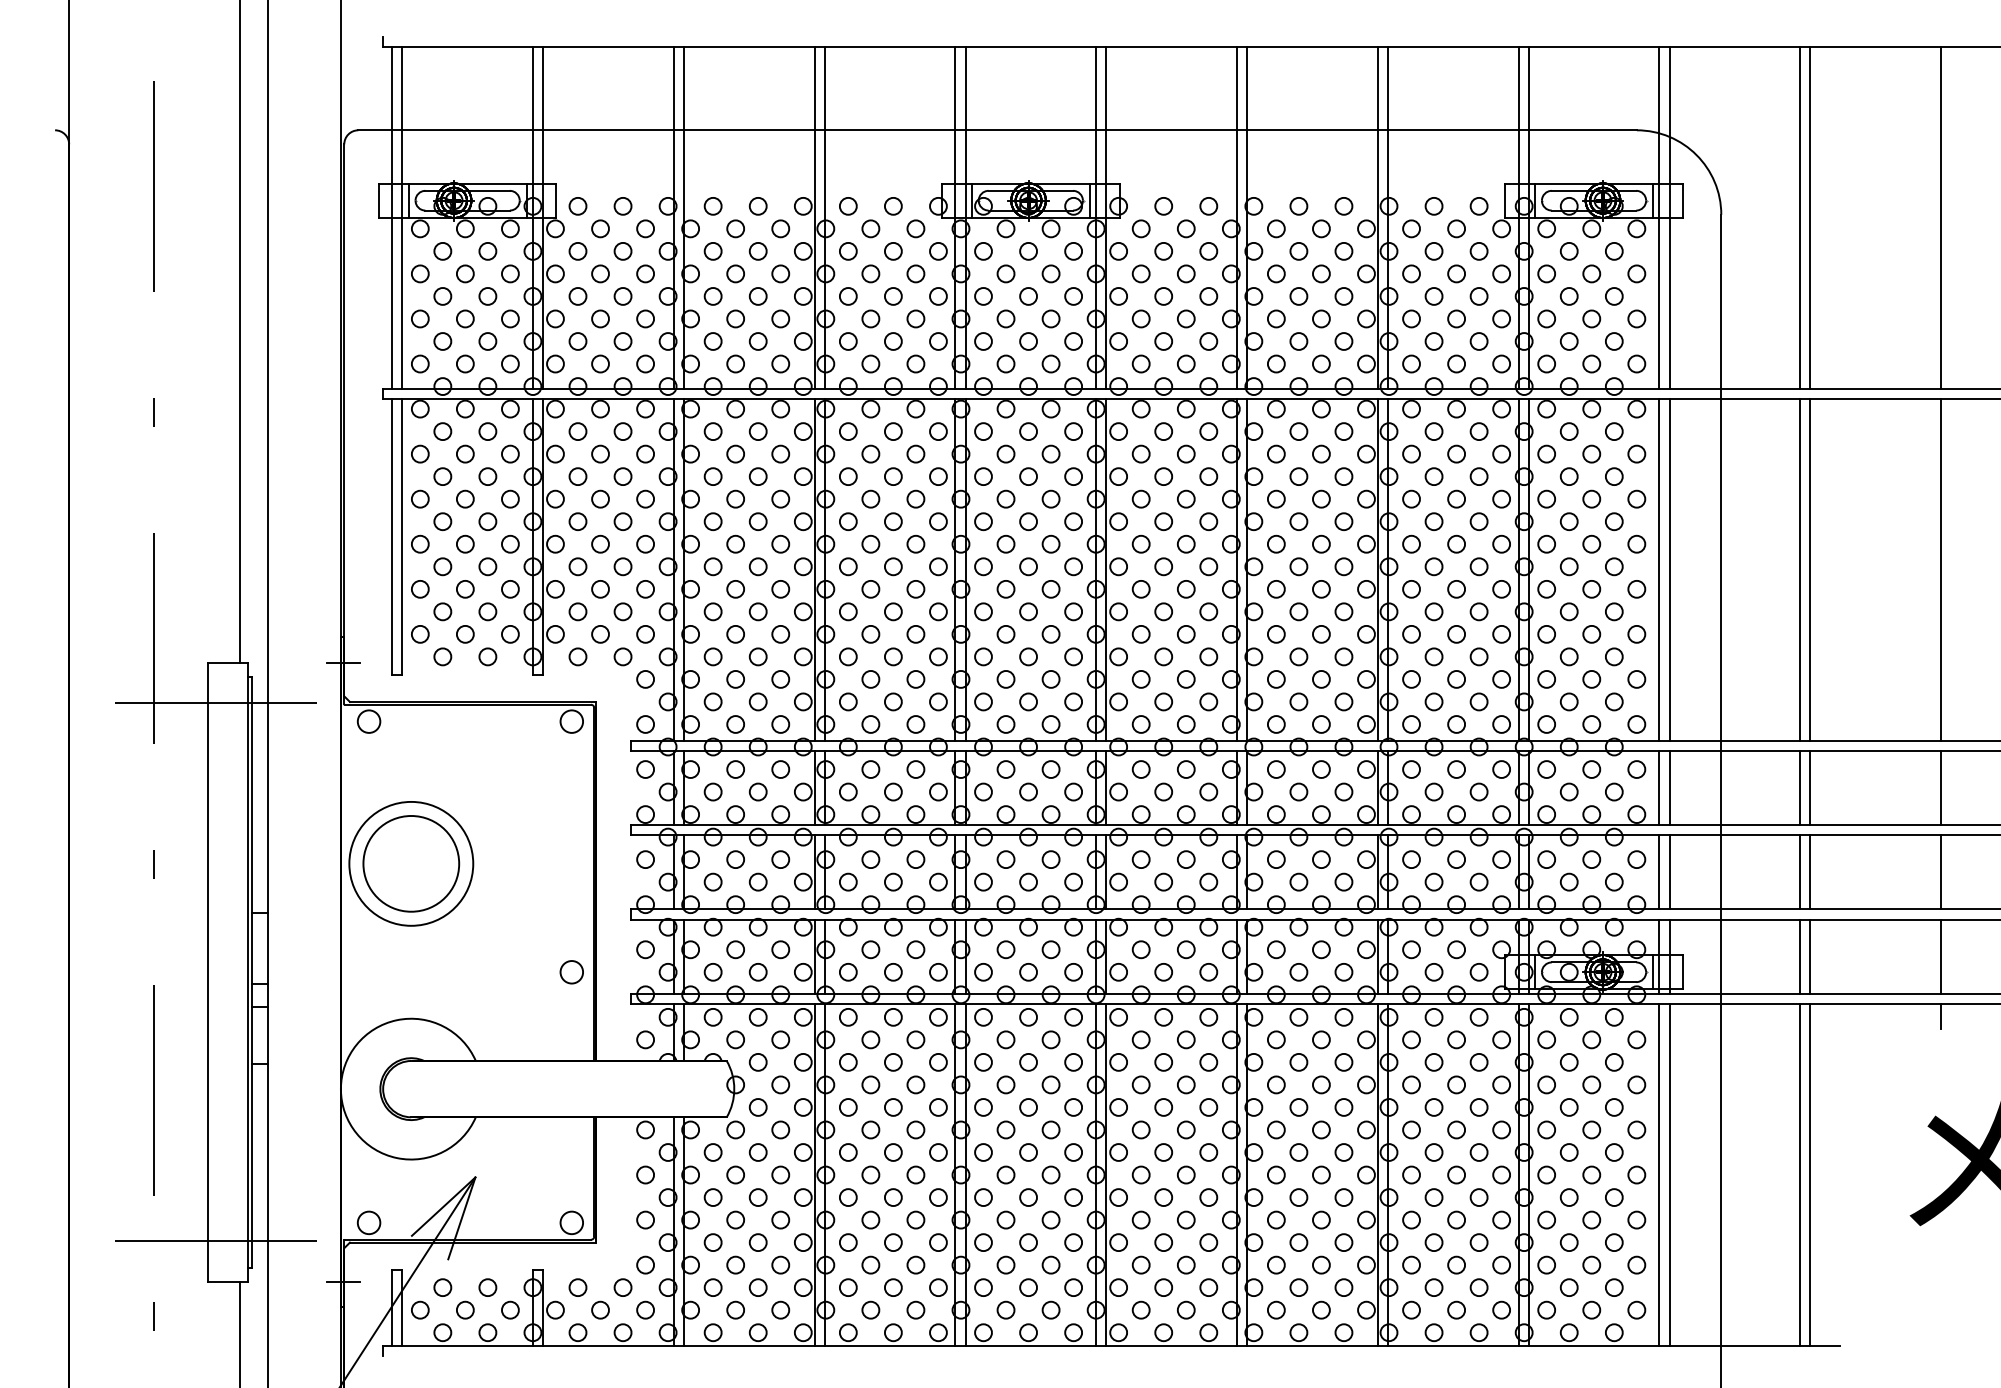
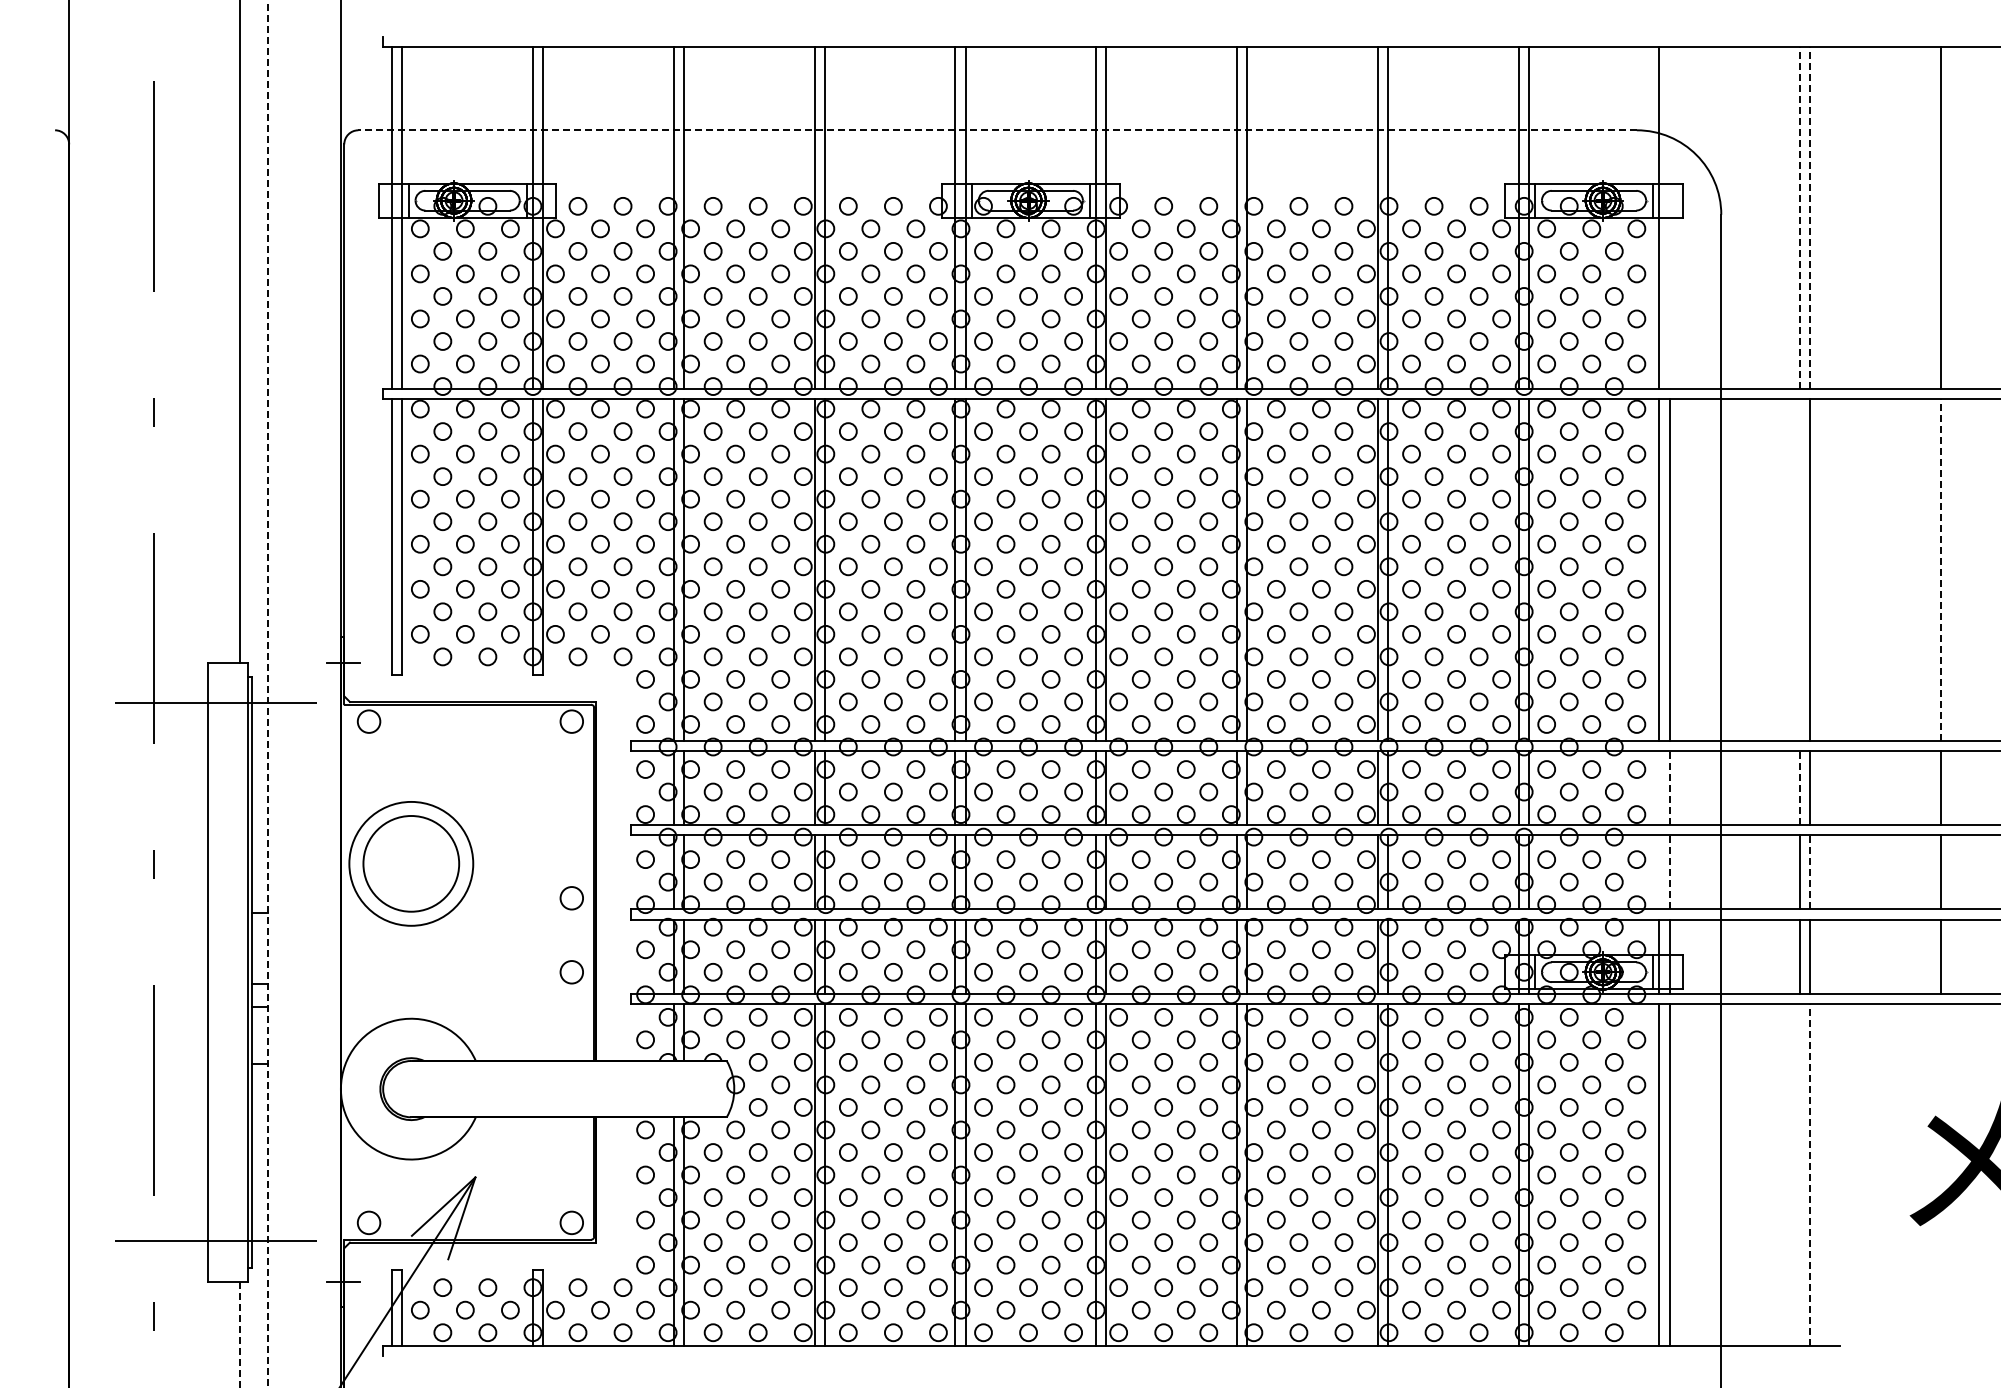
line at (997, 130): solid -> dashed
line at (1669, 217): present -> none
line at (1800, 217): solid -> dashed
line at (1810, 217): solid -> dashed
line at (1800, 569): present -> none
line at (1940, 569): solid -> dashed
line at (267, 693): solid -> dashed
line at (1659, 787): present -> none
line at (1669, 787): solid -> dashed
line at (1800, 787): solid -> dashed
line at (1669, 871): solid -> dashed
line at (1810, 871): solid -> dashed
line at (1659, 872): present -> none
circle at (571, 898): none -> present
line at (1940, 1016): present -> none
line at (1800, 1174): present -> none
line at (1810, 1175): solid -> dashed
line at (239, 1335): solid -> dashed
